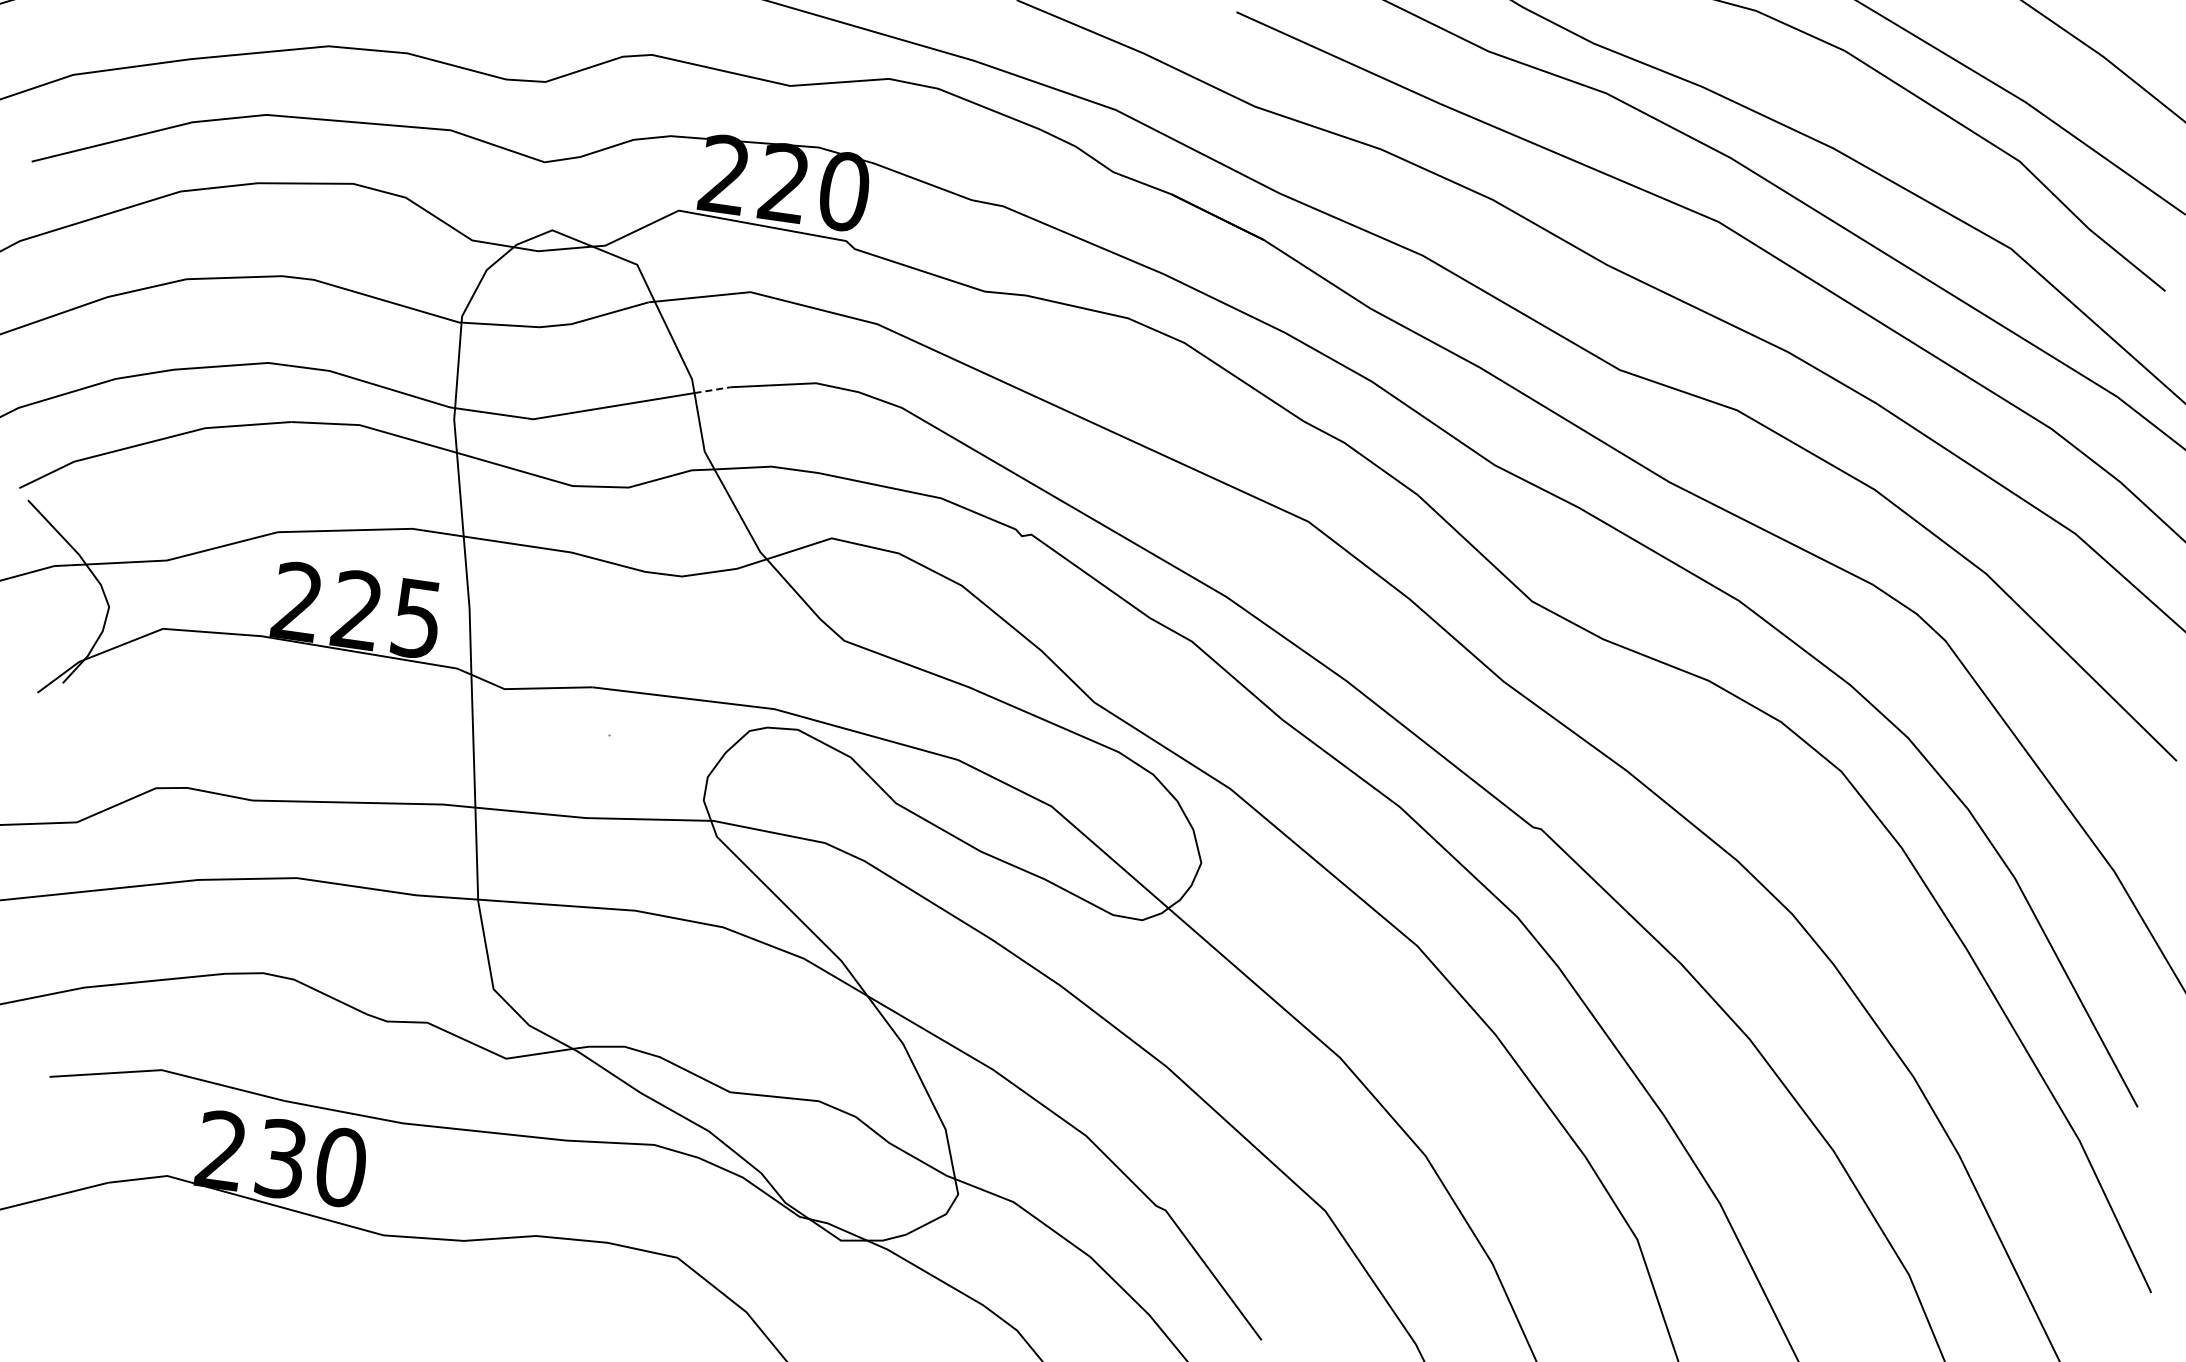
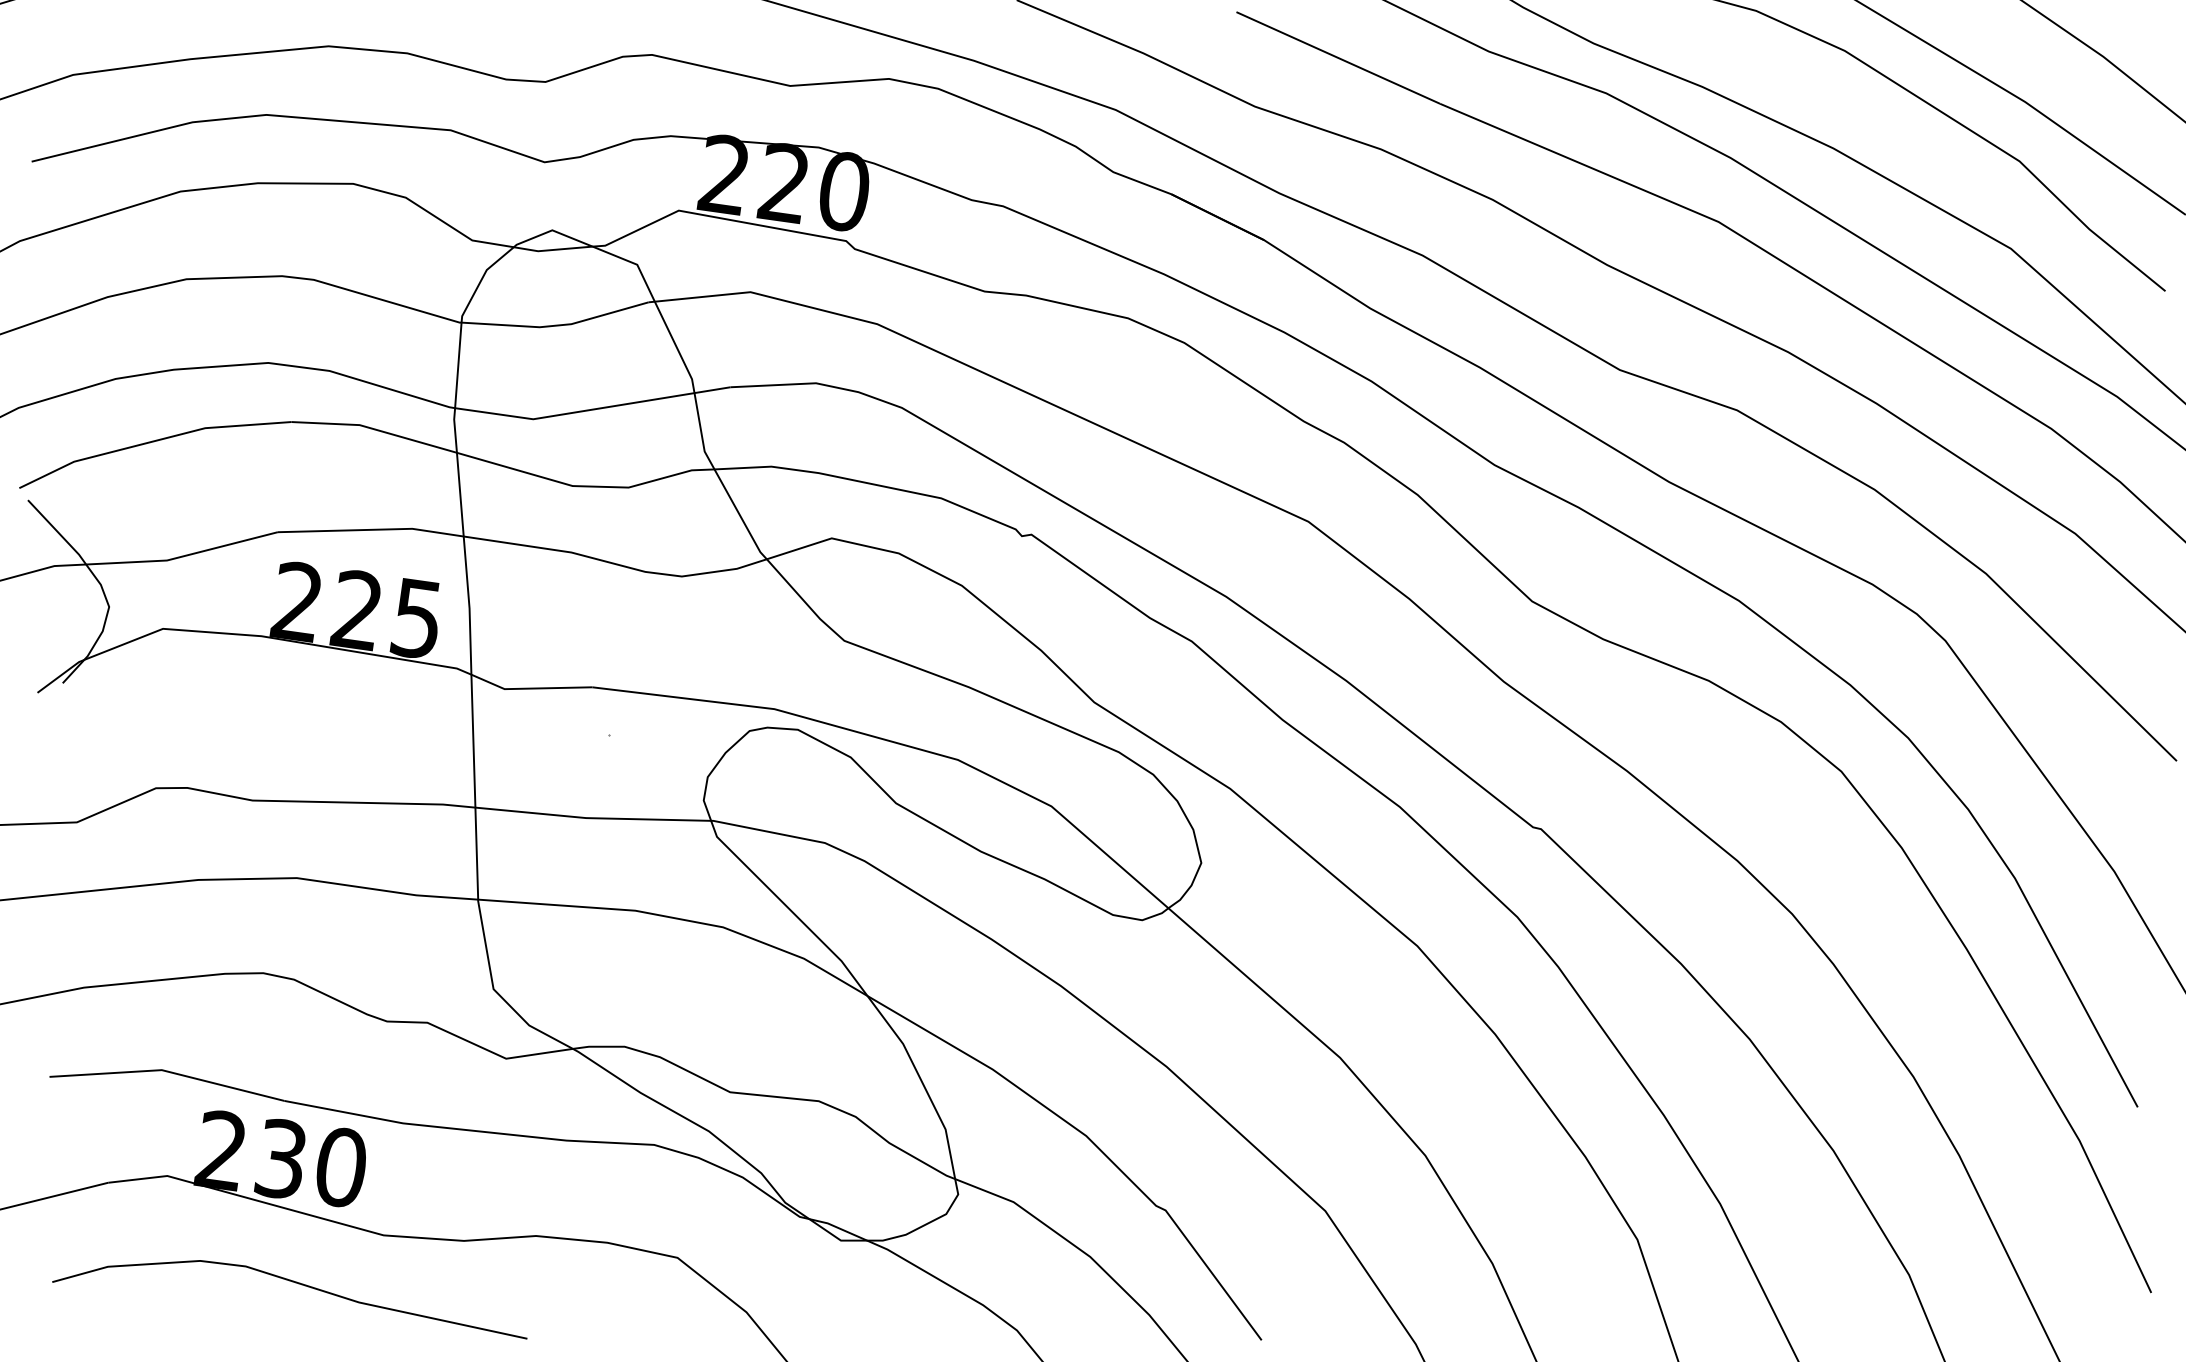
line at (713, 390): dashed -> solid
curve at (295, 1283): none -> present
